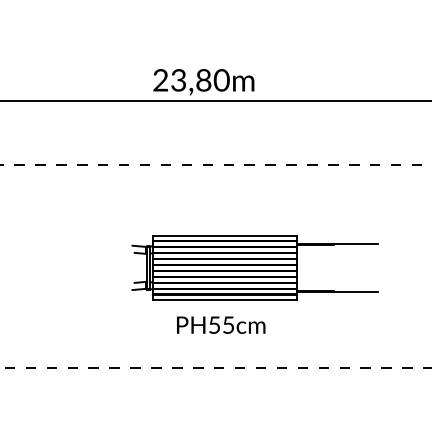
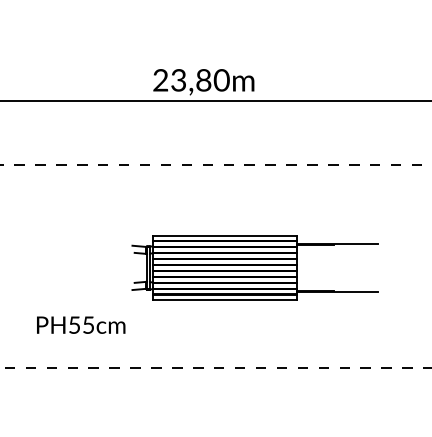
text at (221, 324) position: (221, 324) -> (81, 324)
